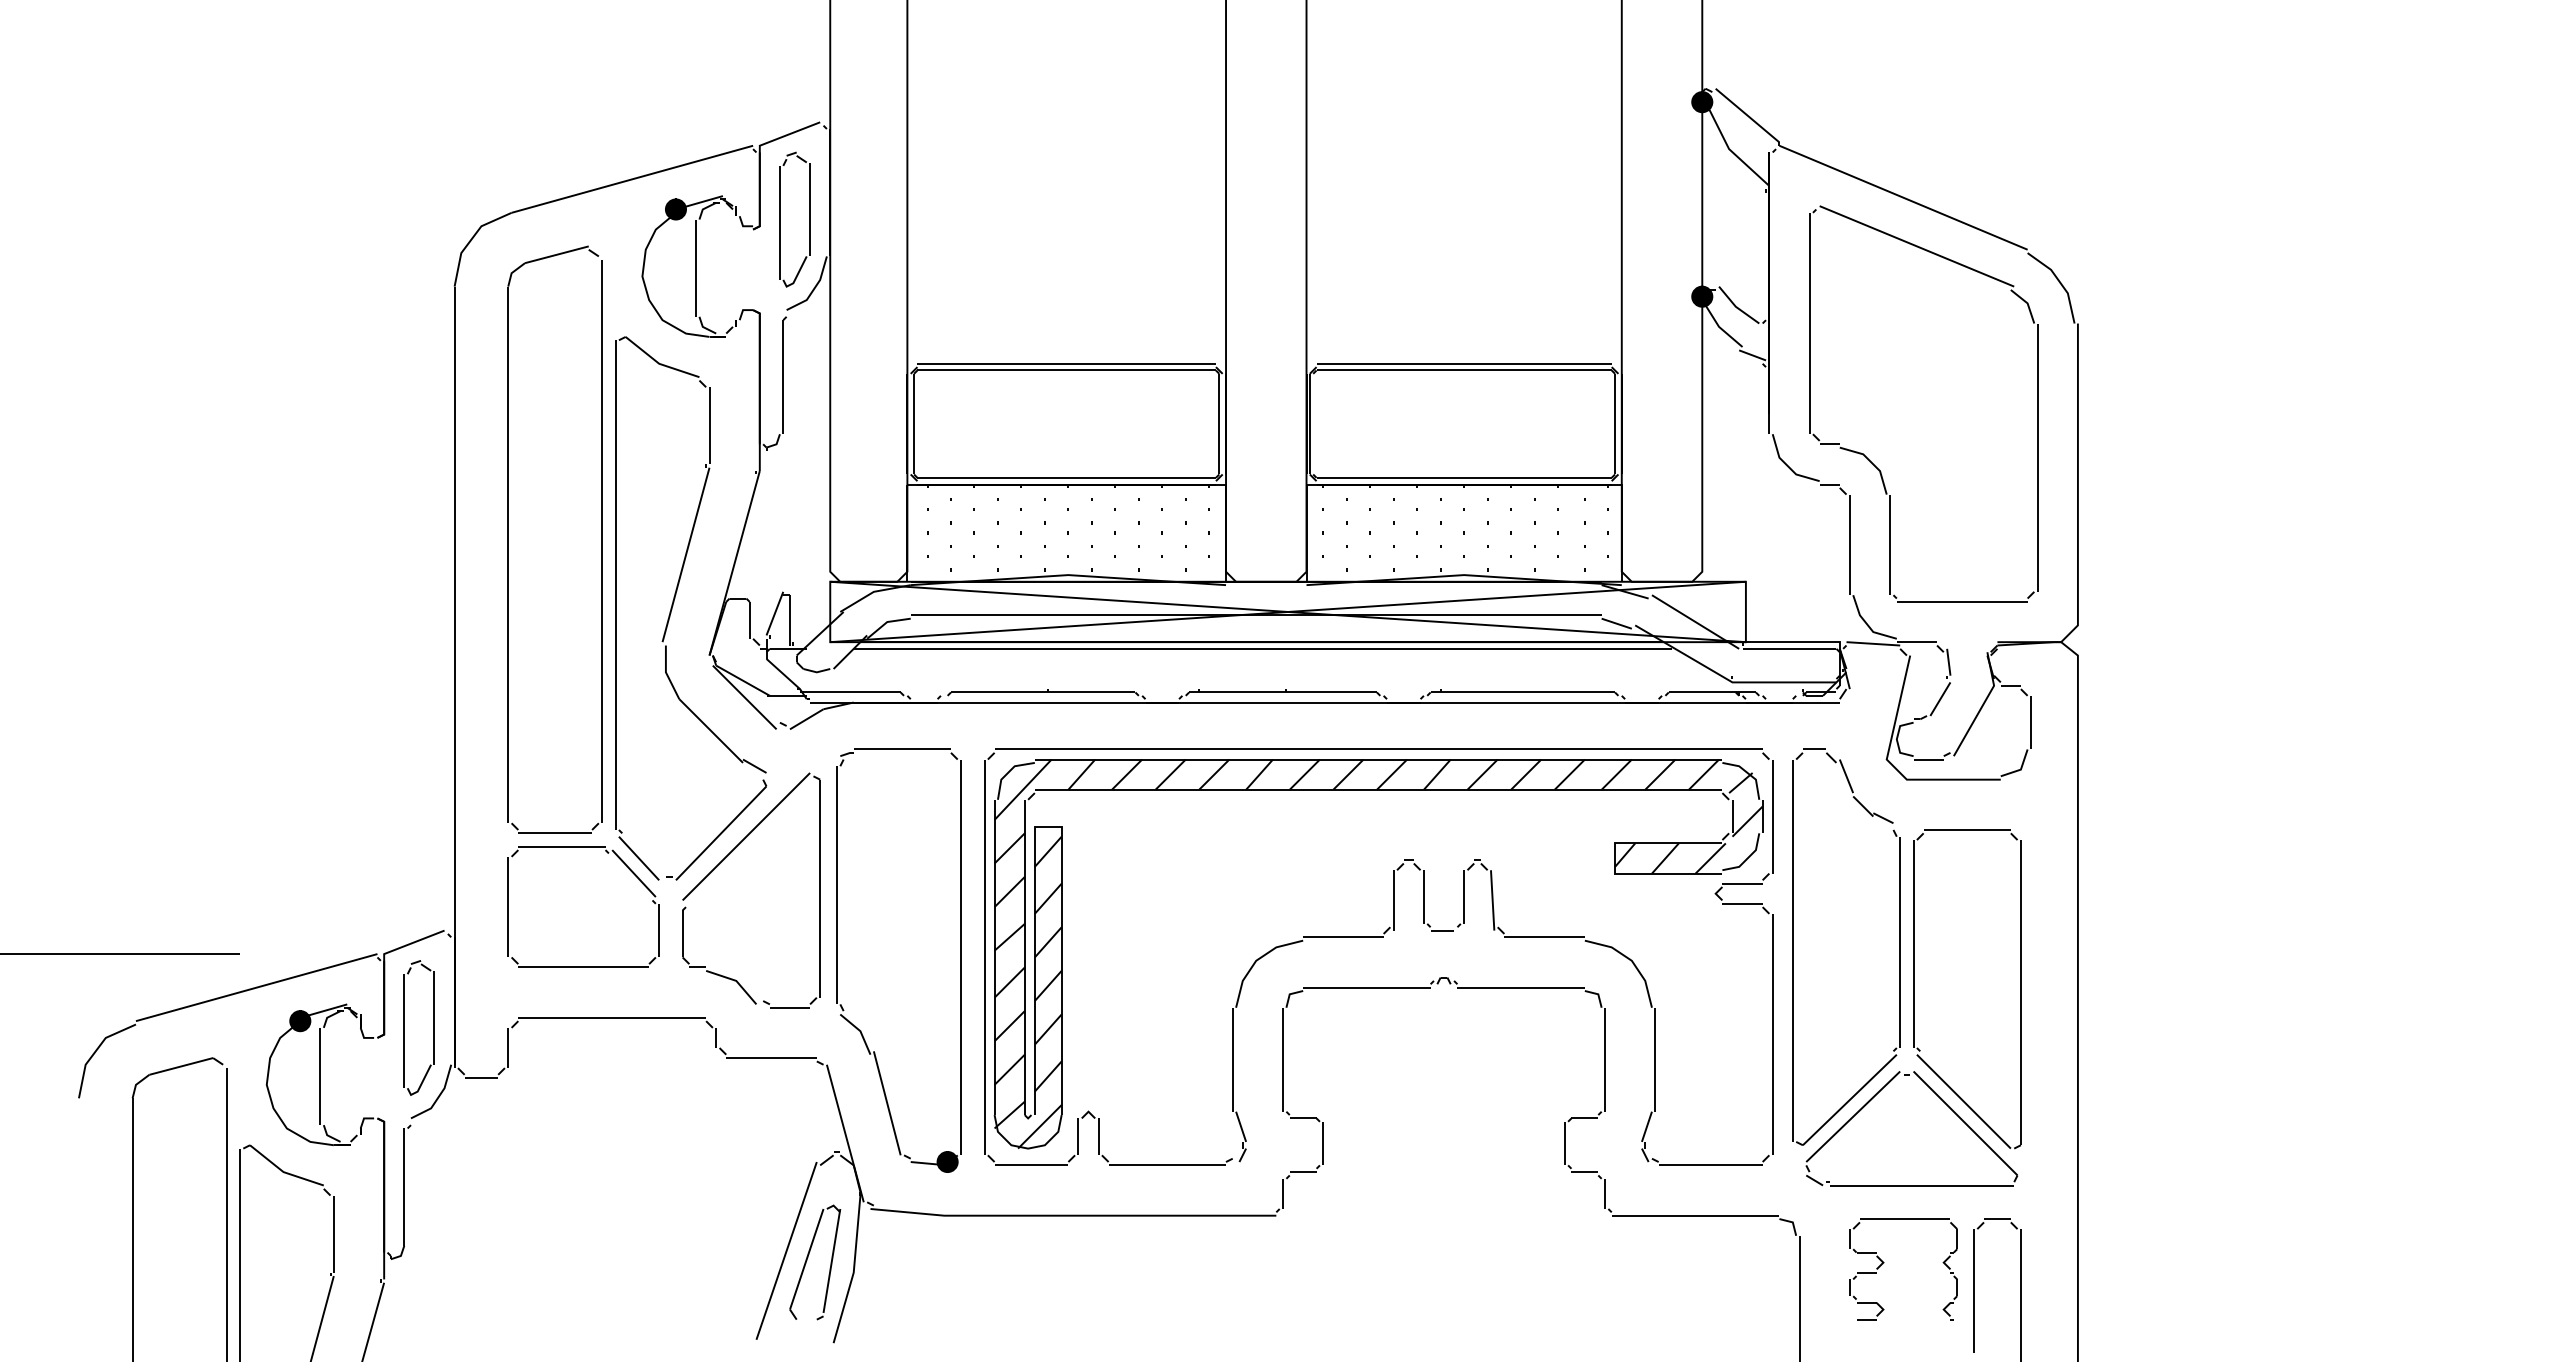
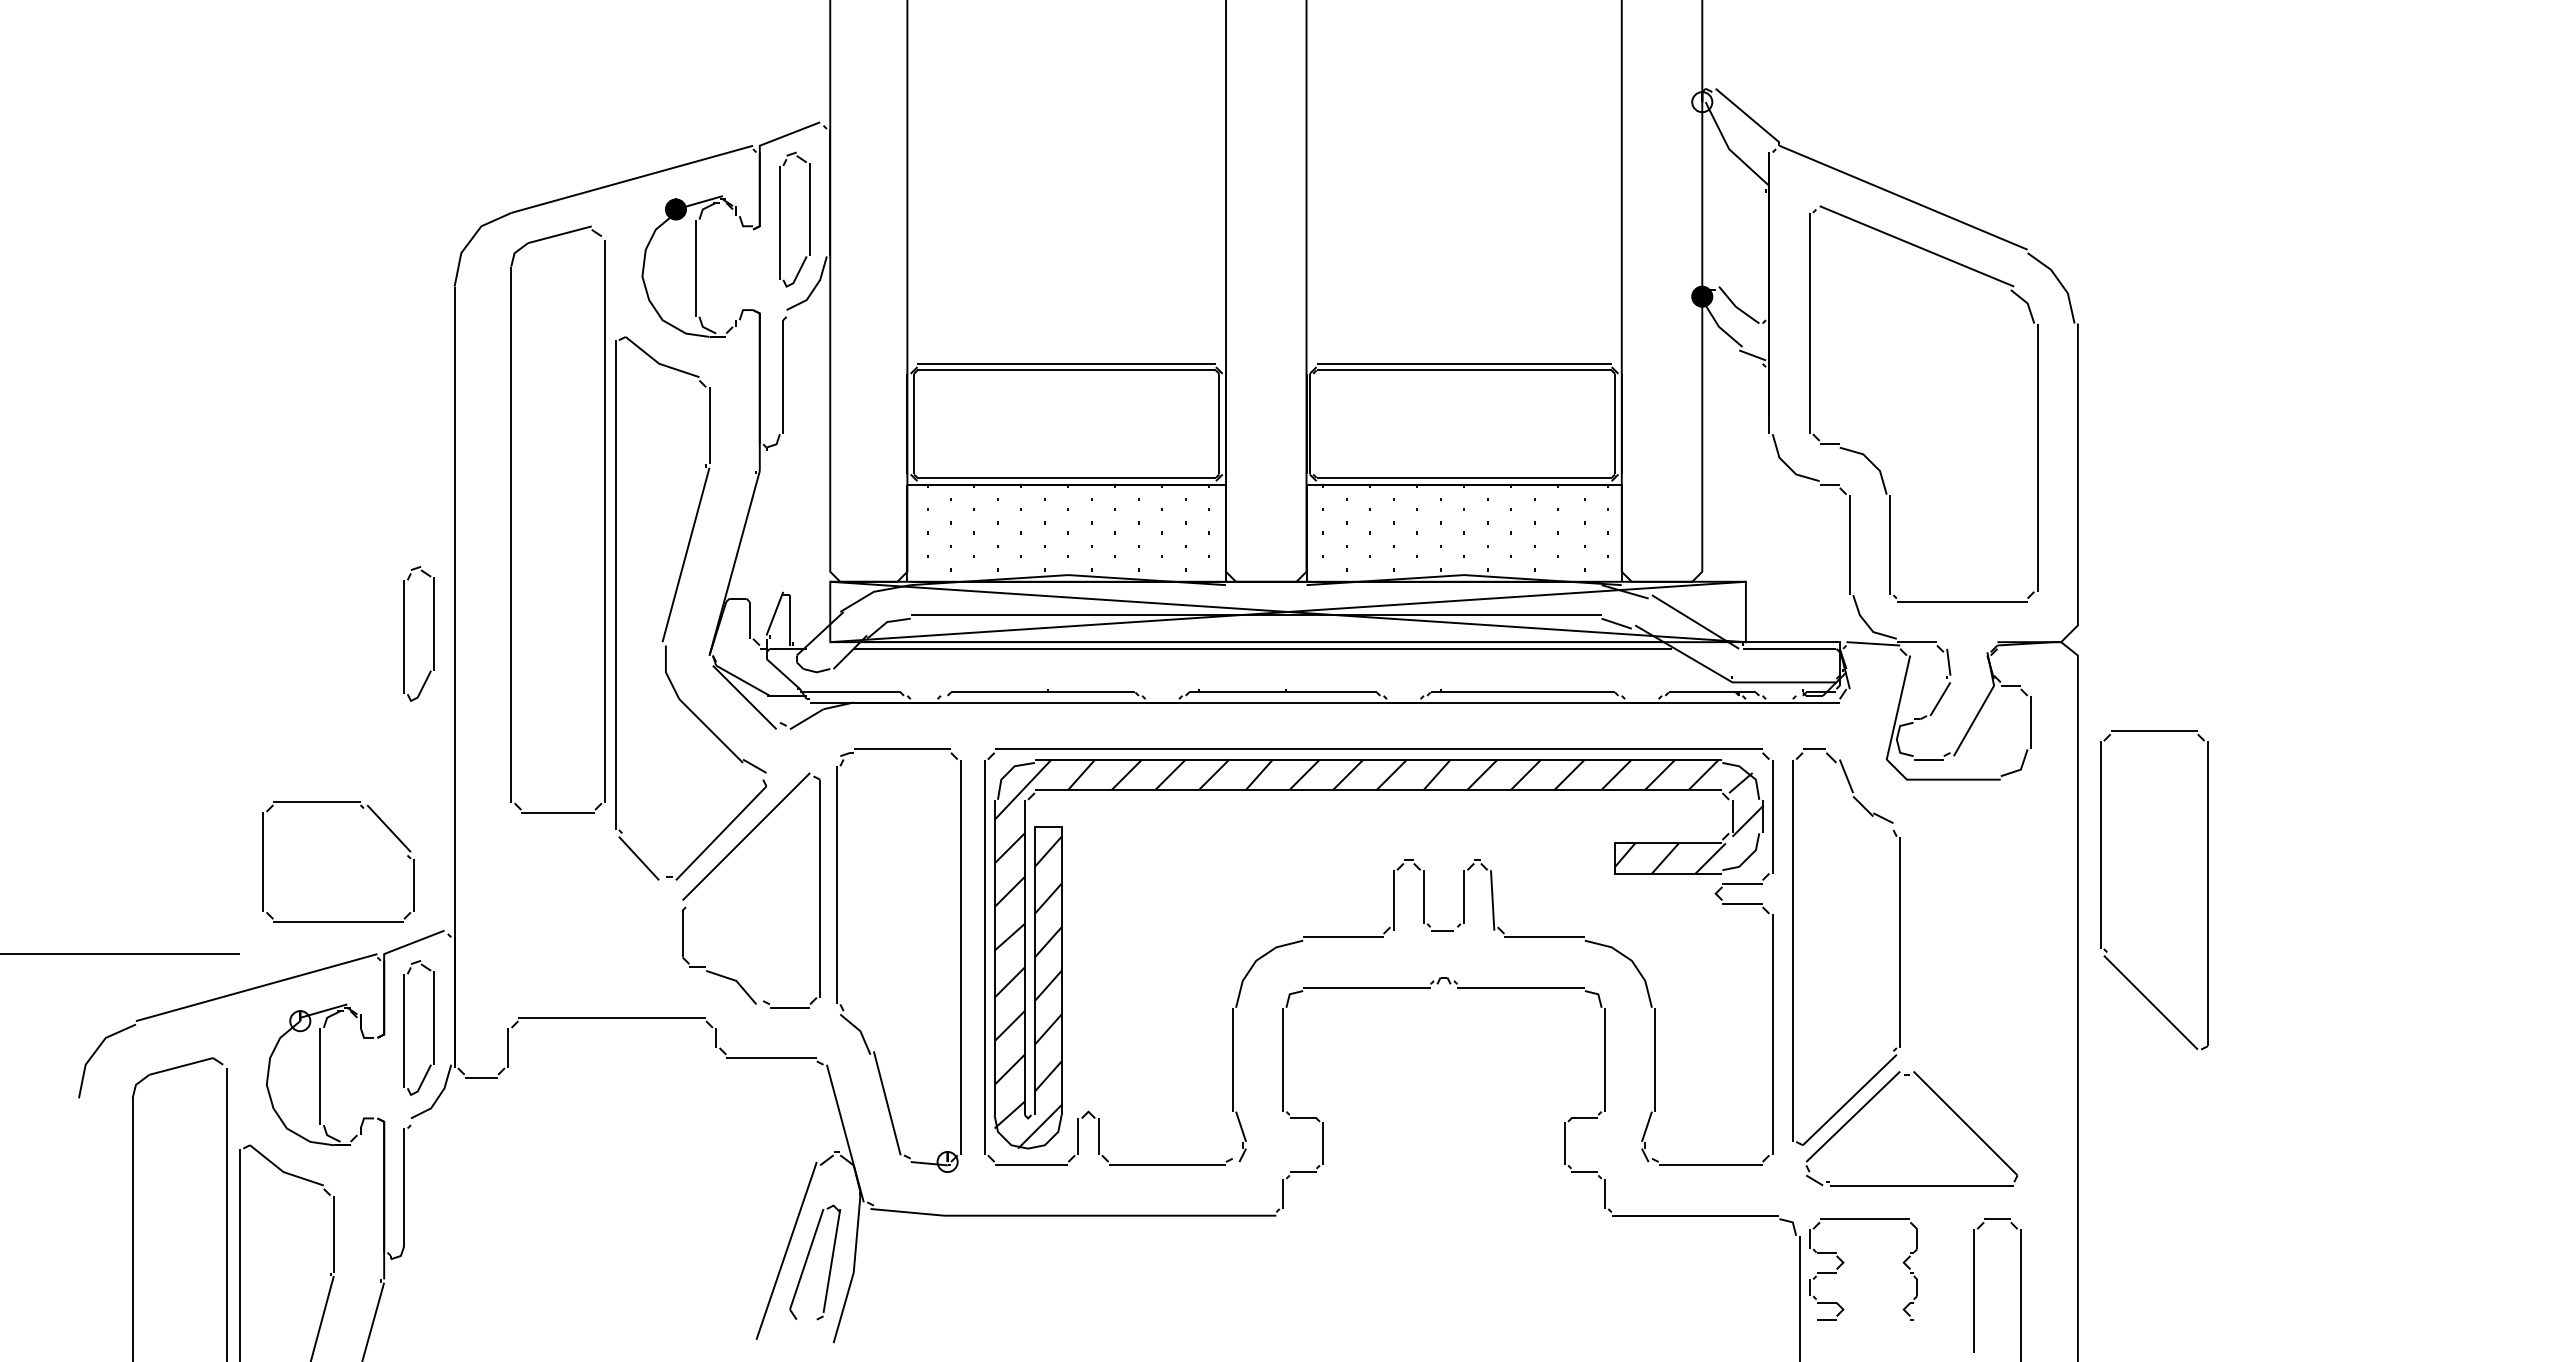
fill at (1702, 102): present -> none
part at (508, 539) position: (508, 539) -> (511, 519)
part at (404, 633): none -> present
part at (607, 853) position: (607, 853) -> (362, 808)
part at (1914, 989) position: (1914, 989) -> (2101, 890)
fill at (300, 1021): present -> none
fill at (947, 1161): present -> none
part at (1884, 1262) position: (1884, 1262) -> (1844, 1262)
